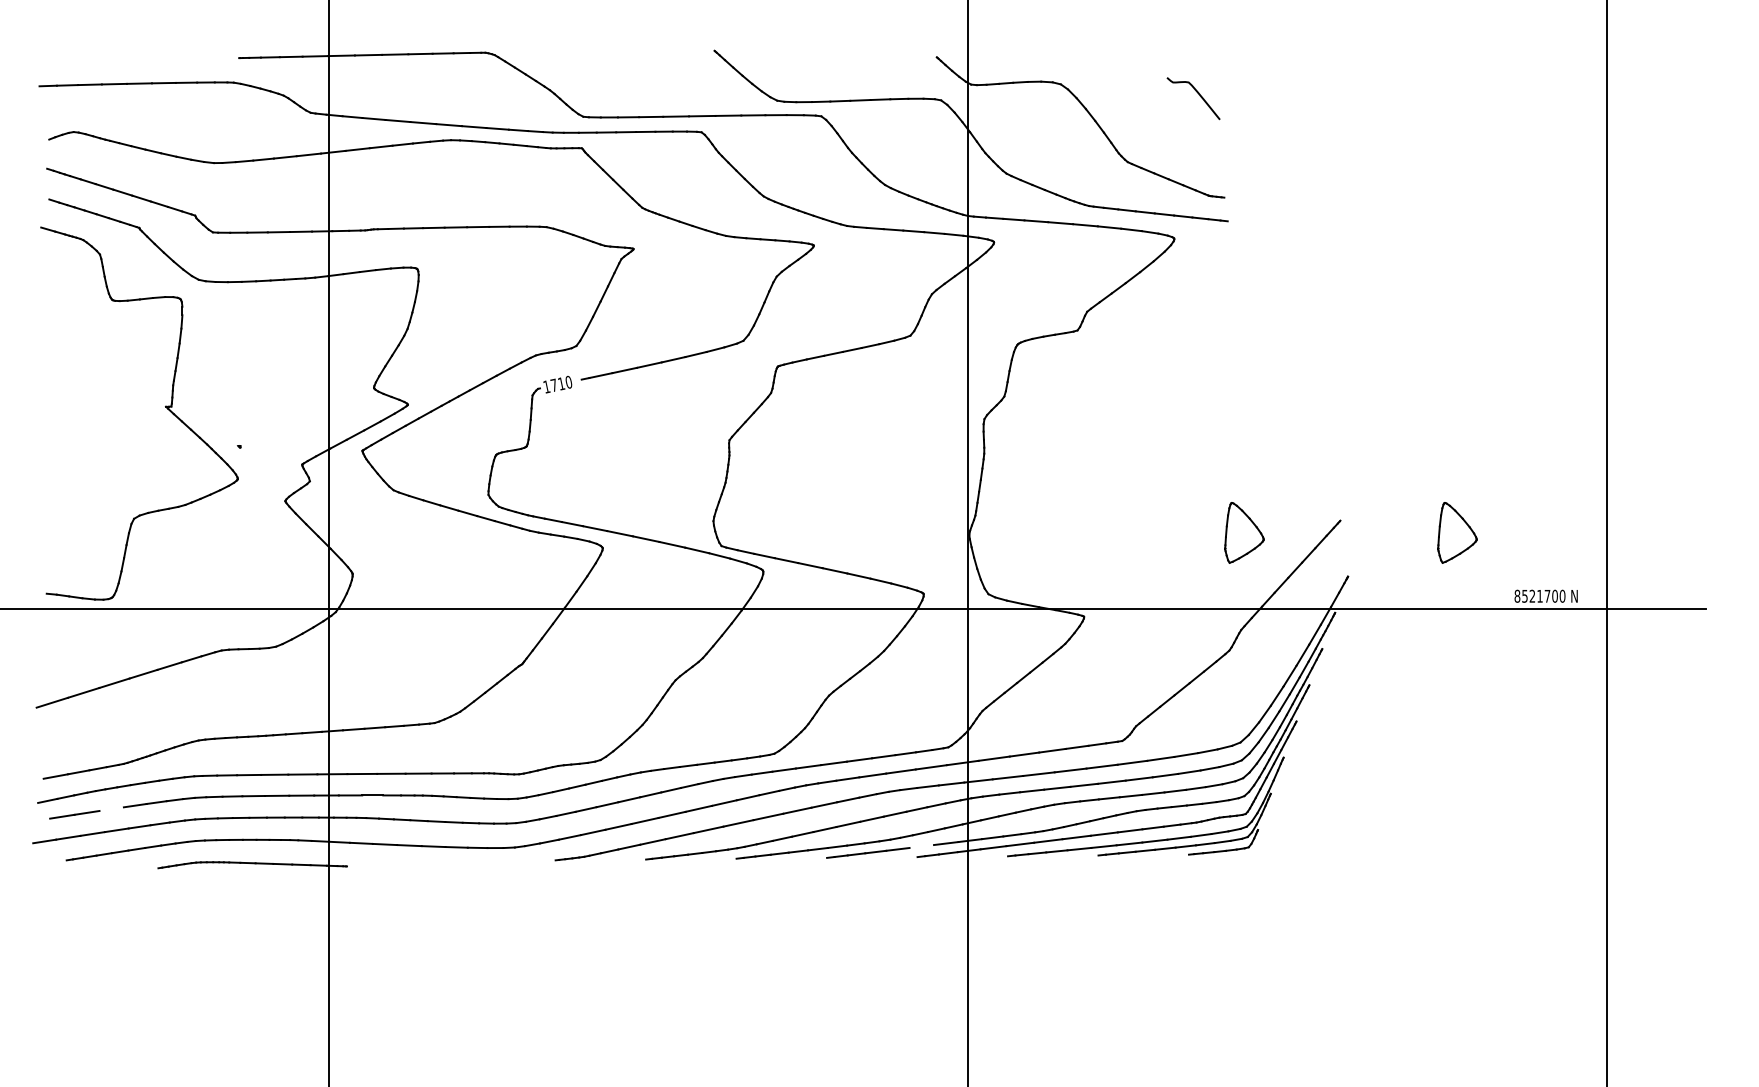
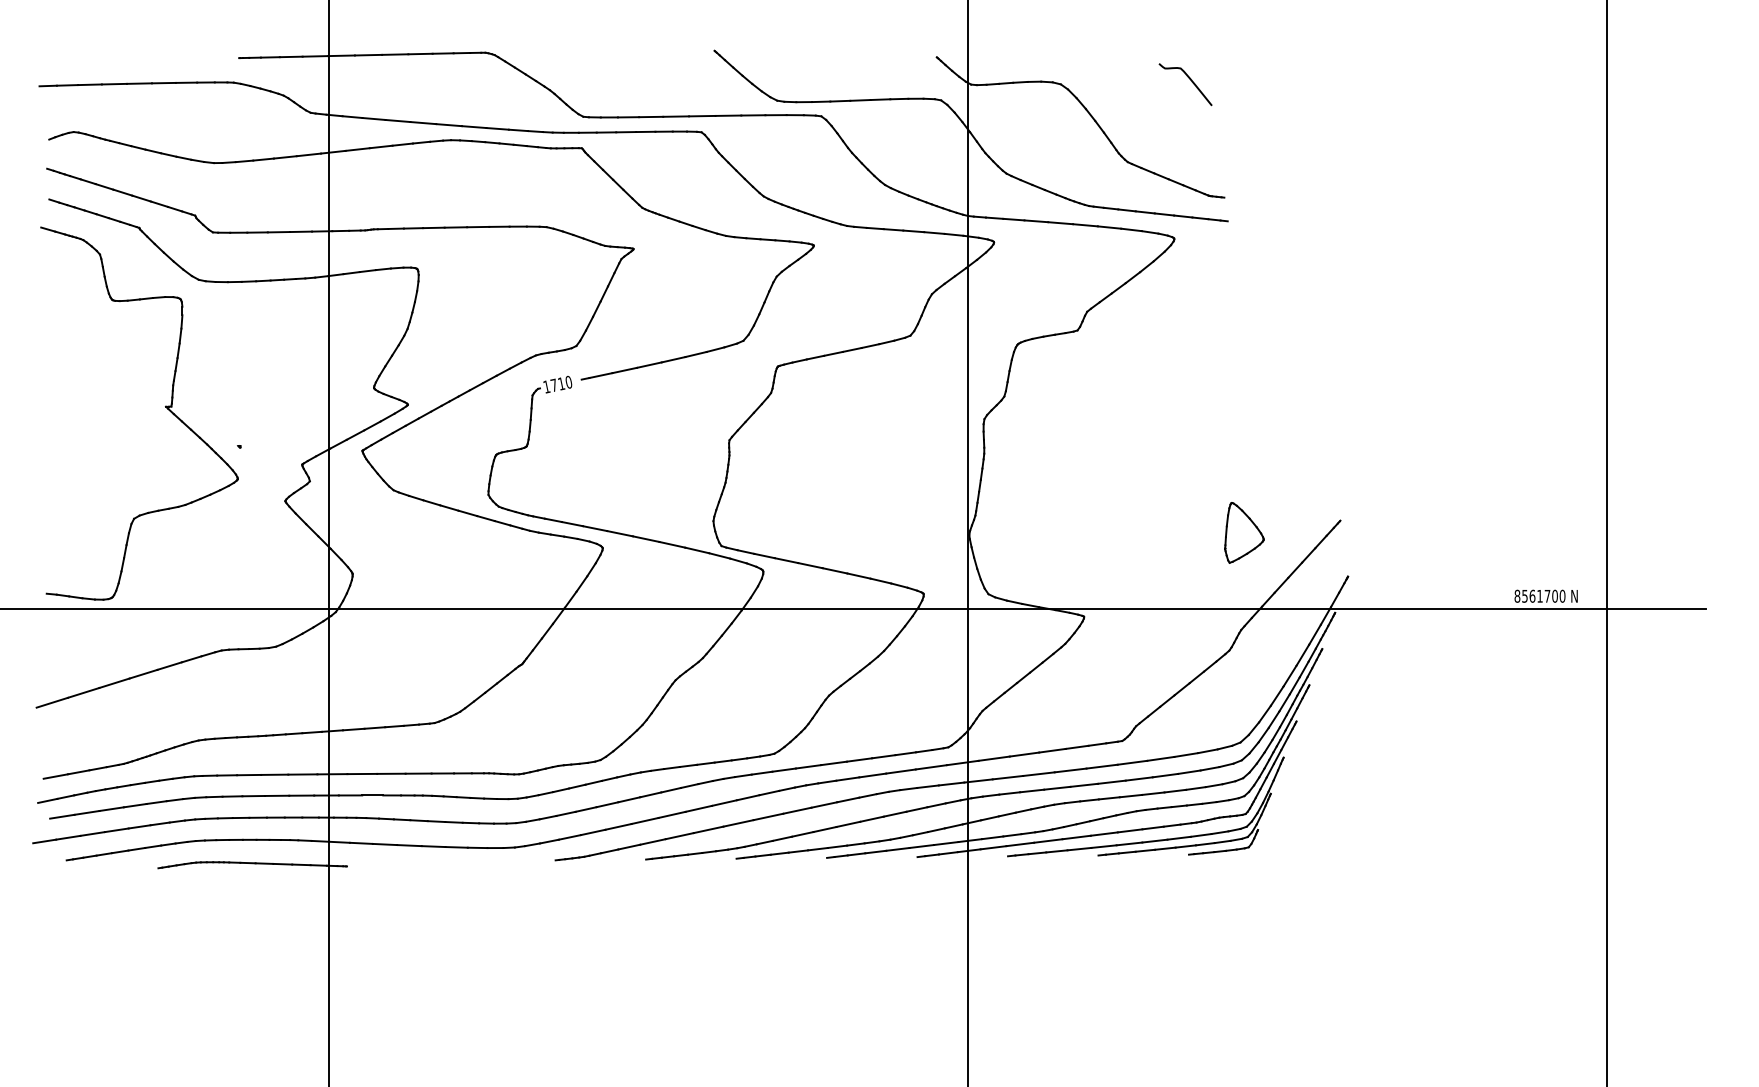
curve at (1199, 96) position: (1199, 96) -> (1191, 82)
part at (1457, 532): present -> none
text at (1532, 595): 8521700 -> 8561700
line at (111, 808): none -> present
line at (921, 846): none -> present
